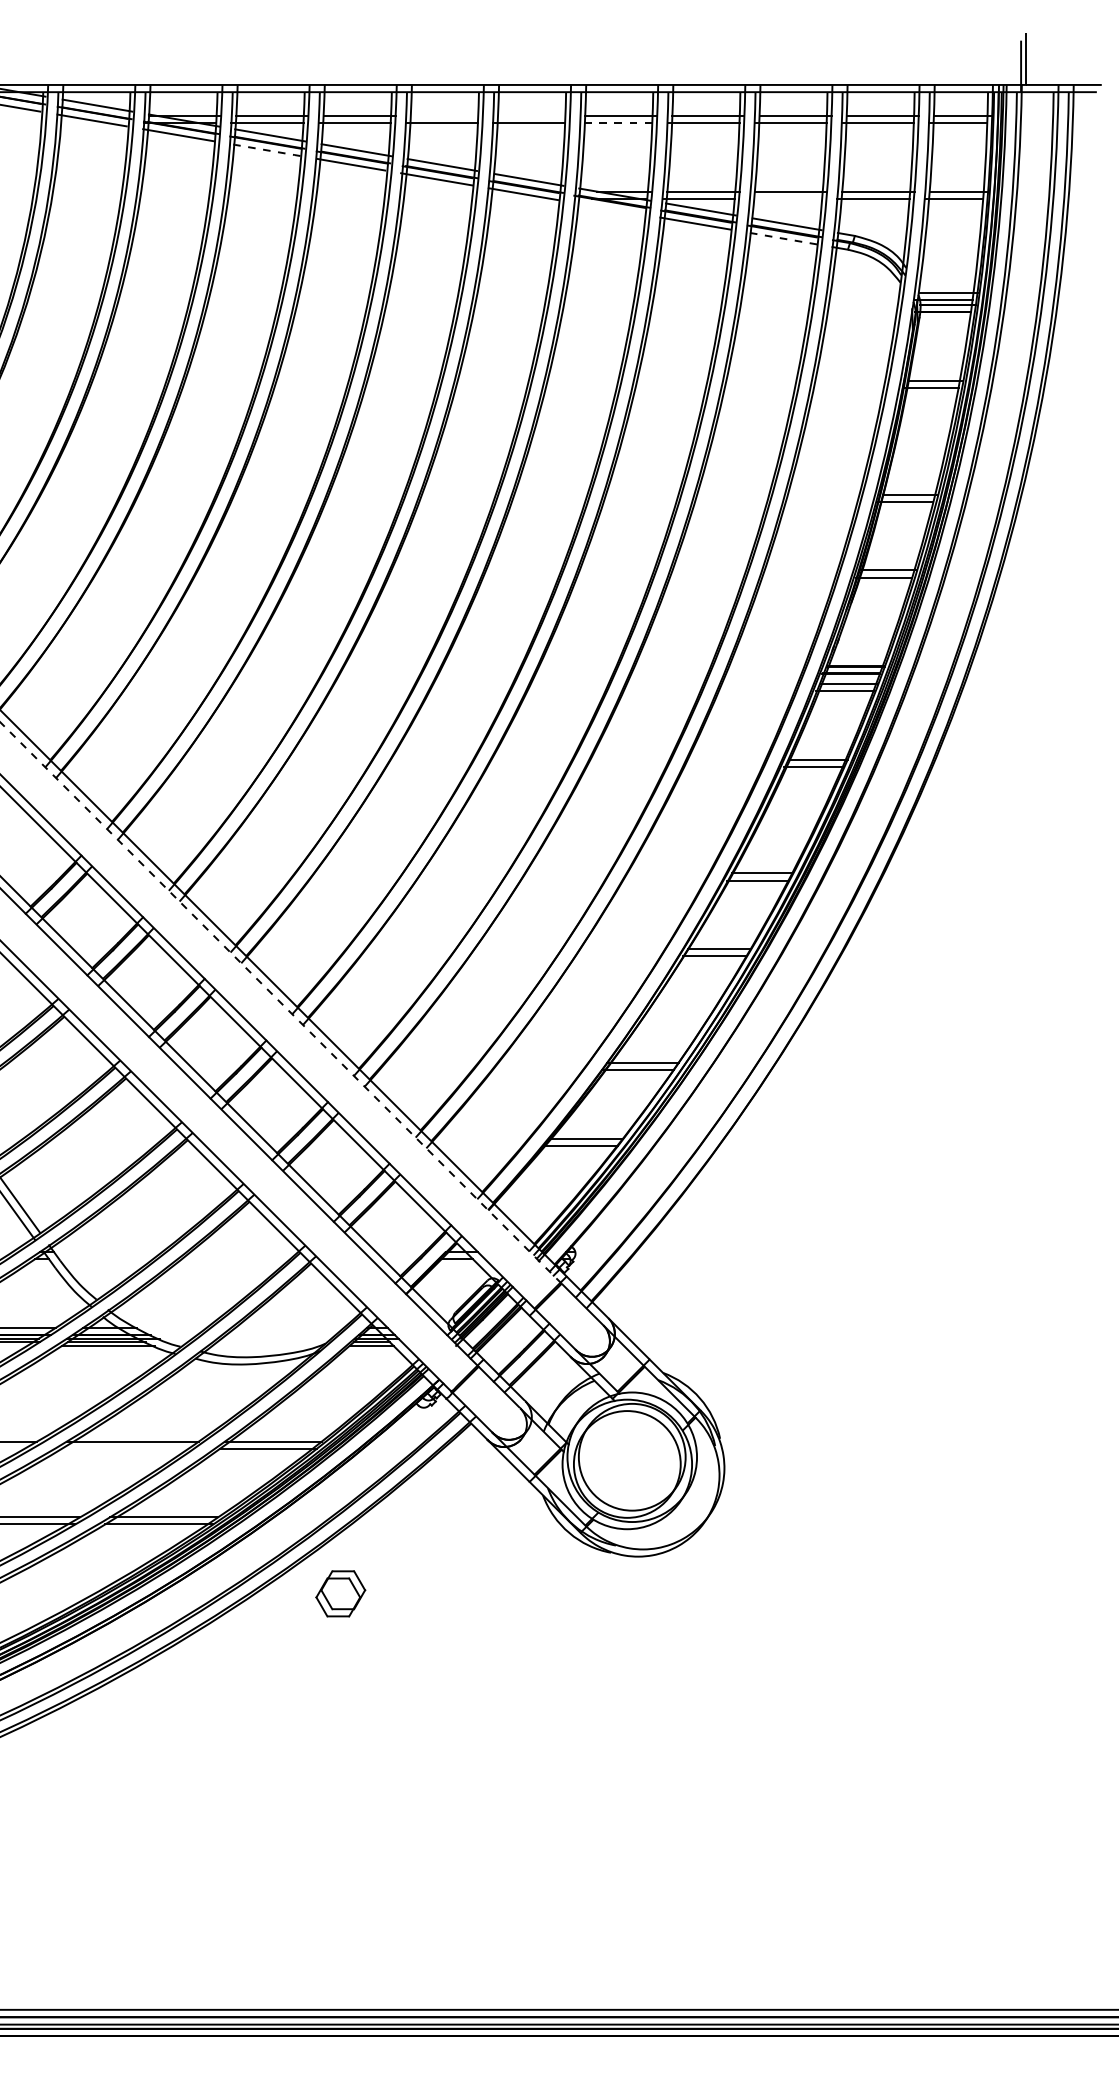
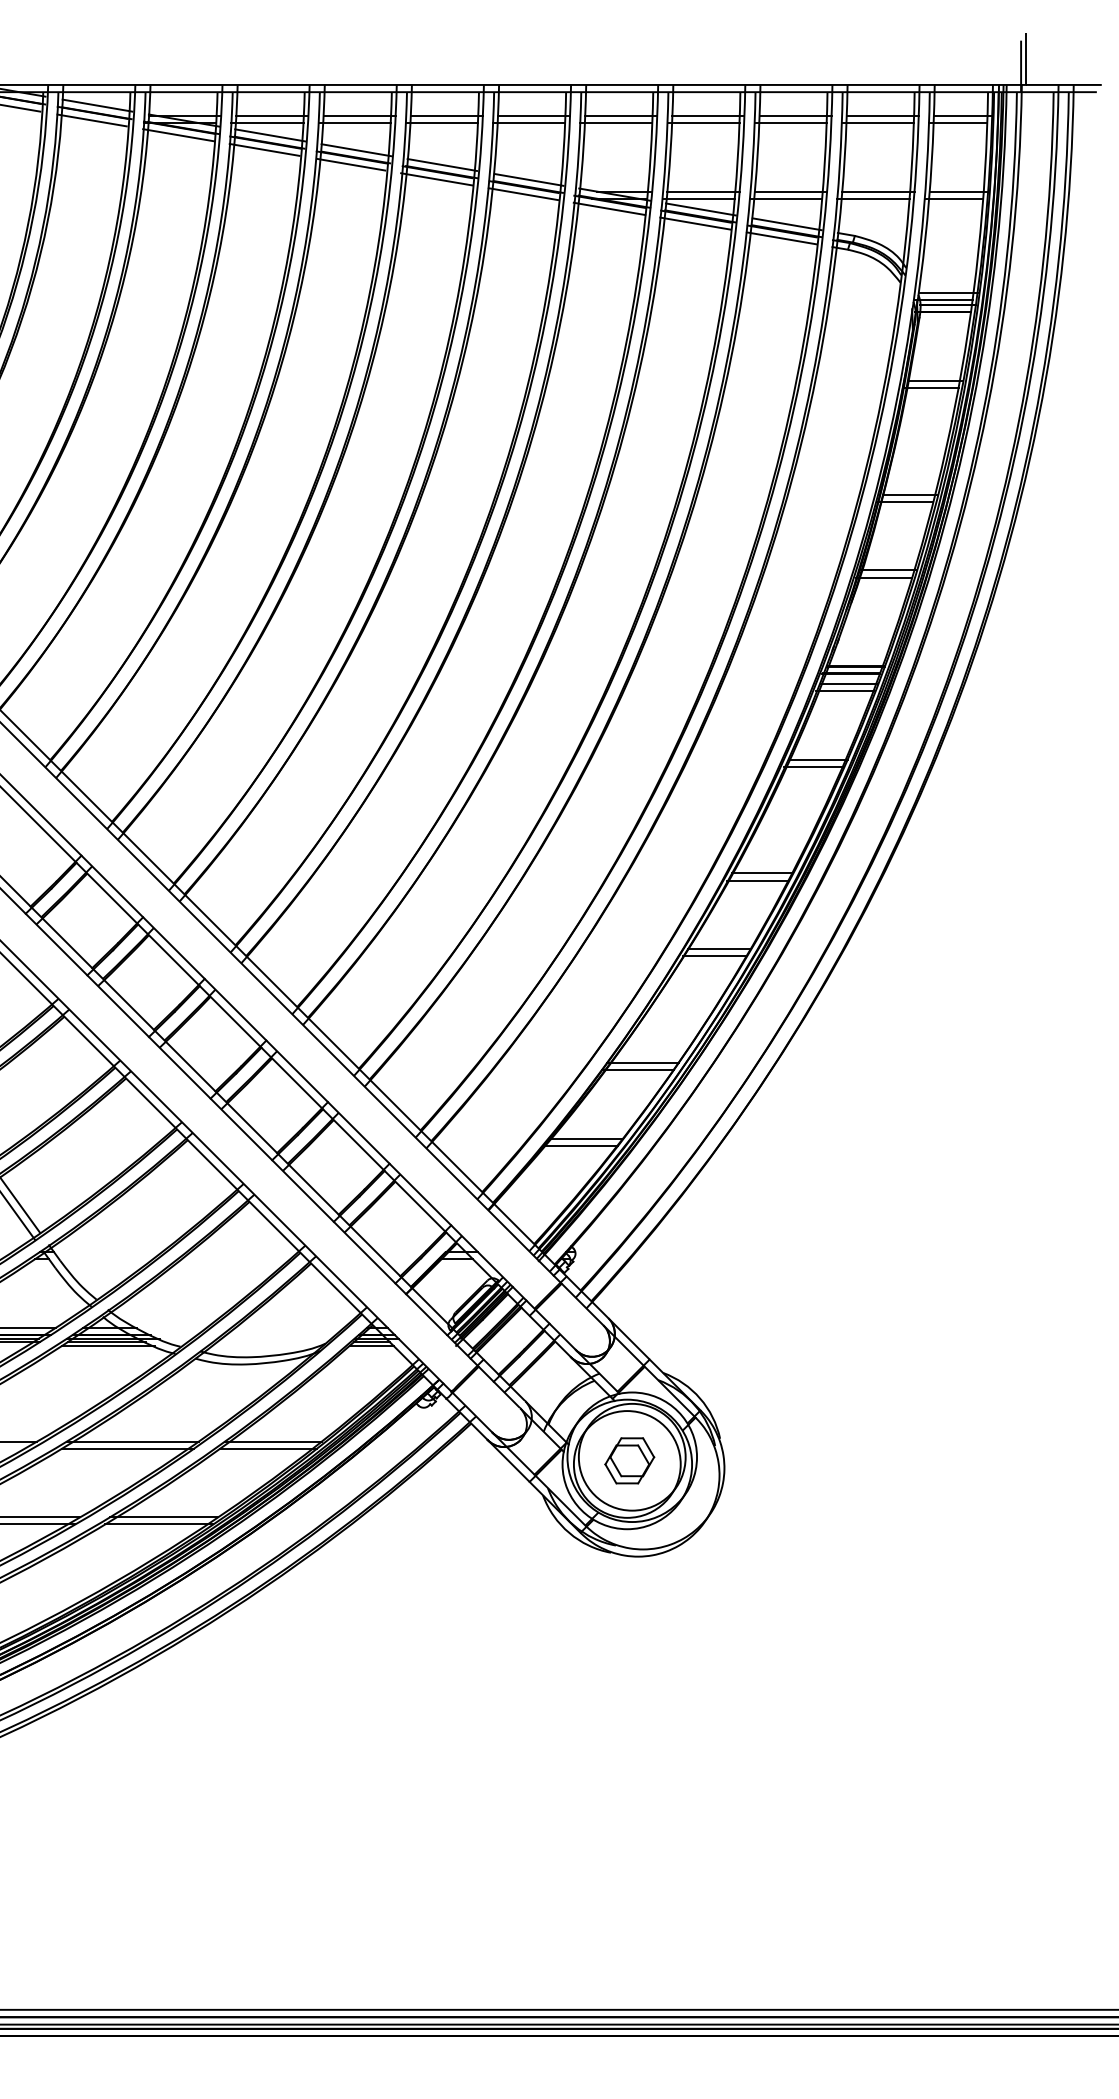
line at (446, 115): none -> present
line at (534, 115): none -> present
line at (615, 123): dashed -> solid
line at (264, 149): dashed -> solid
line at (785, 198): none -> present
line at (609, 208): none -> present
line at (780, 238): dashed -> solid
line at (280, 1002): dashed -> solid
line at (127, 1448): none -> present
part at (340, 1593) position: (340, 1593) -> (629, 1460)
